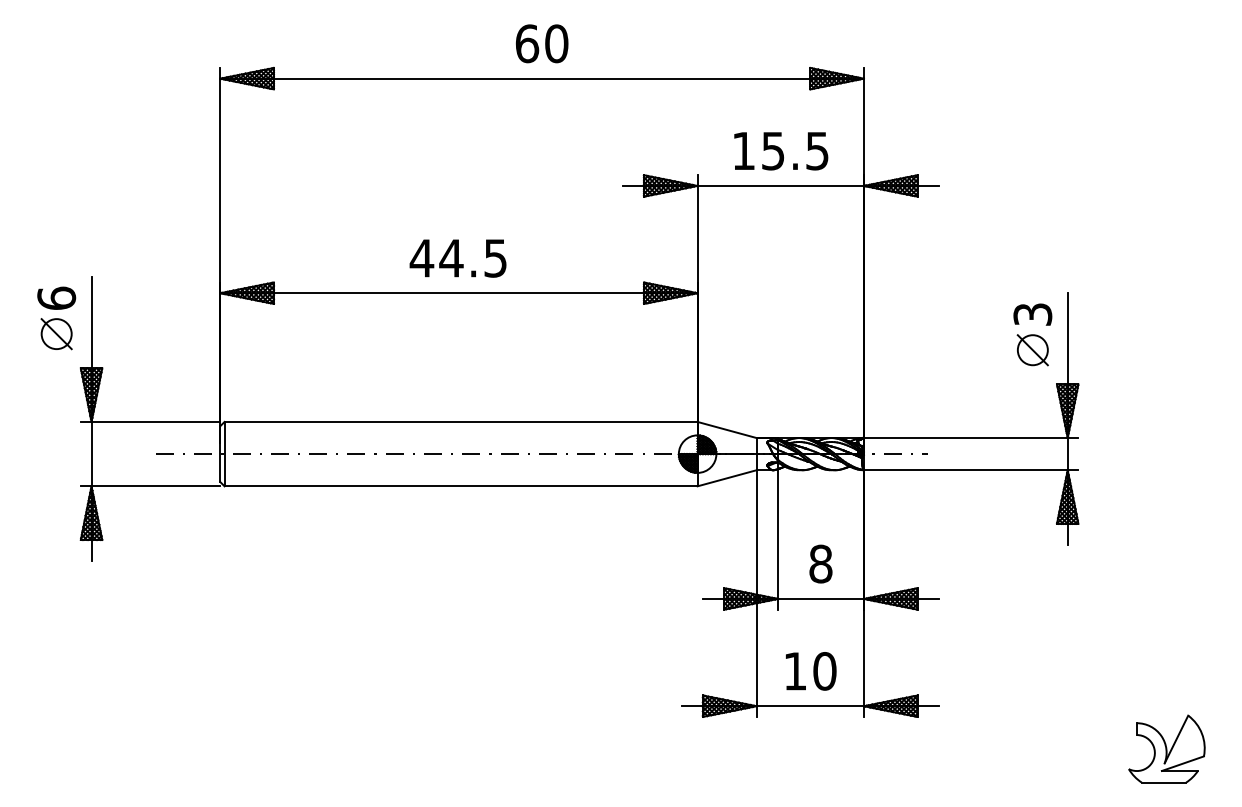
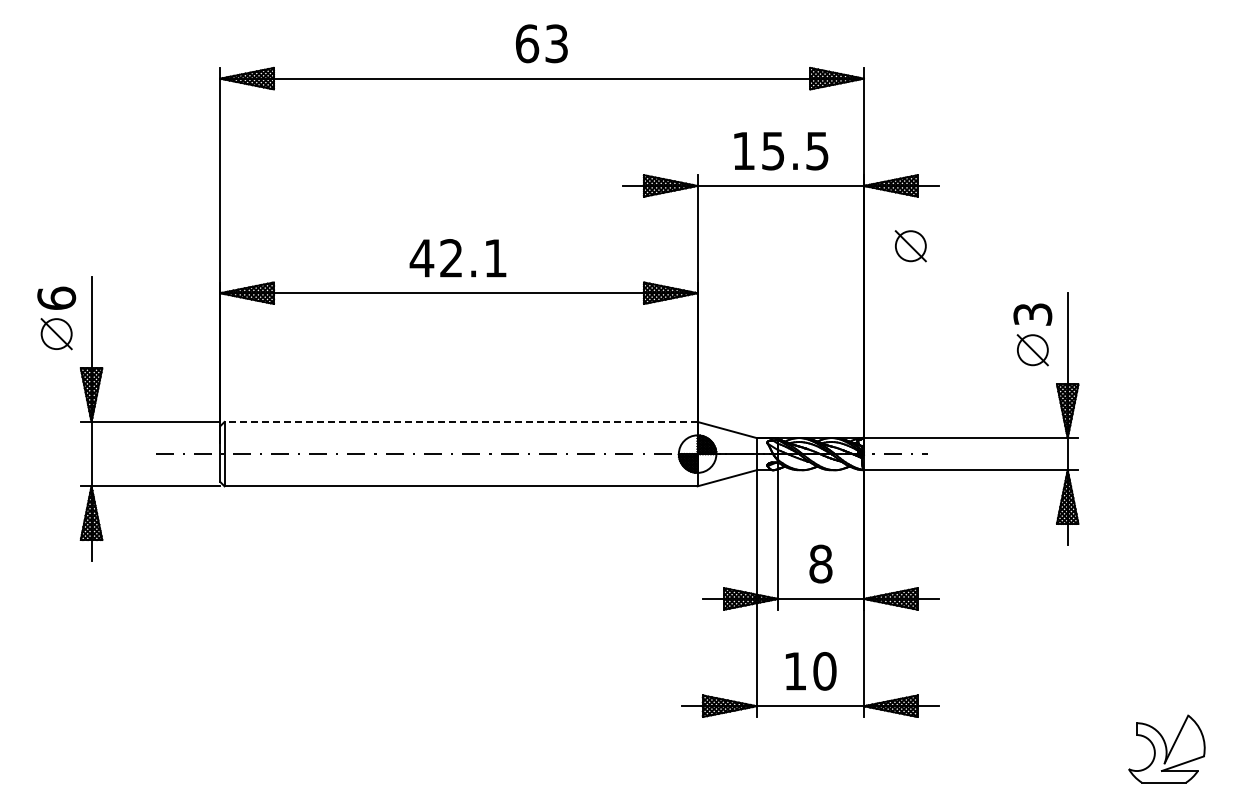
text at (556, 43): 60 -> 63
part at (910, 246): none -> present
text at (472, 258): 44.5 -> 42.1
line at (461, 421): solid -> dashed
